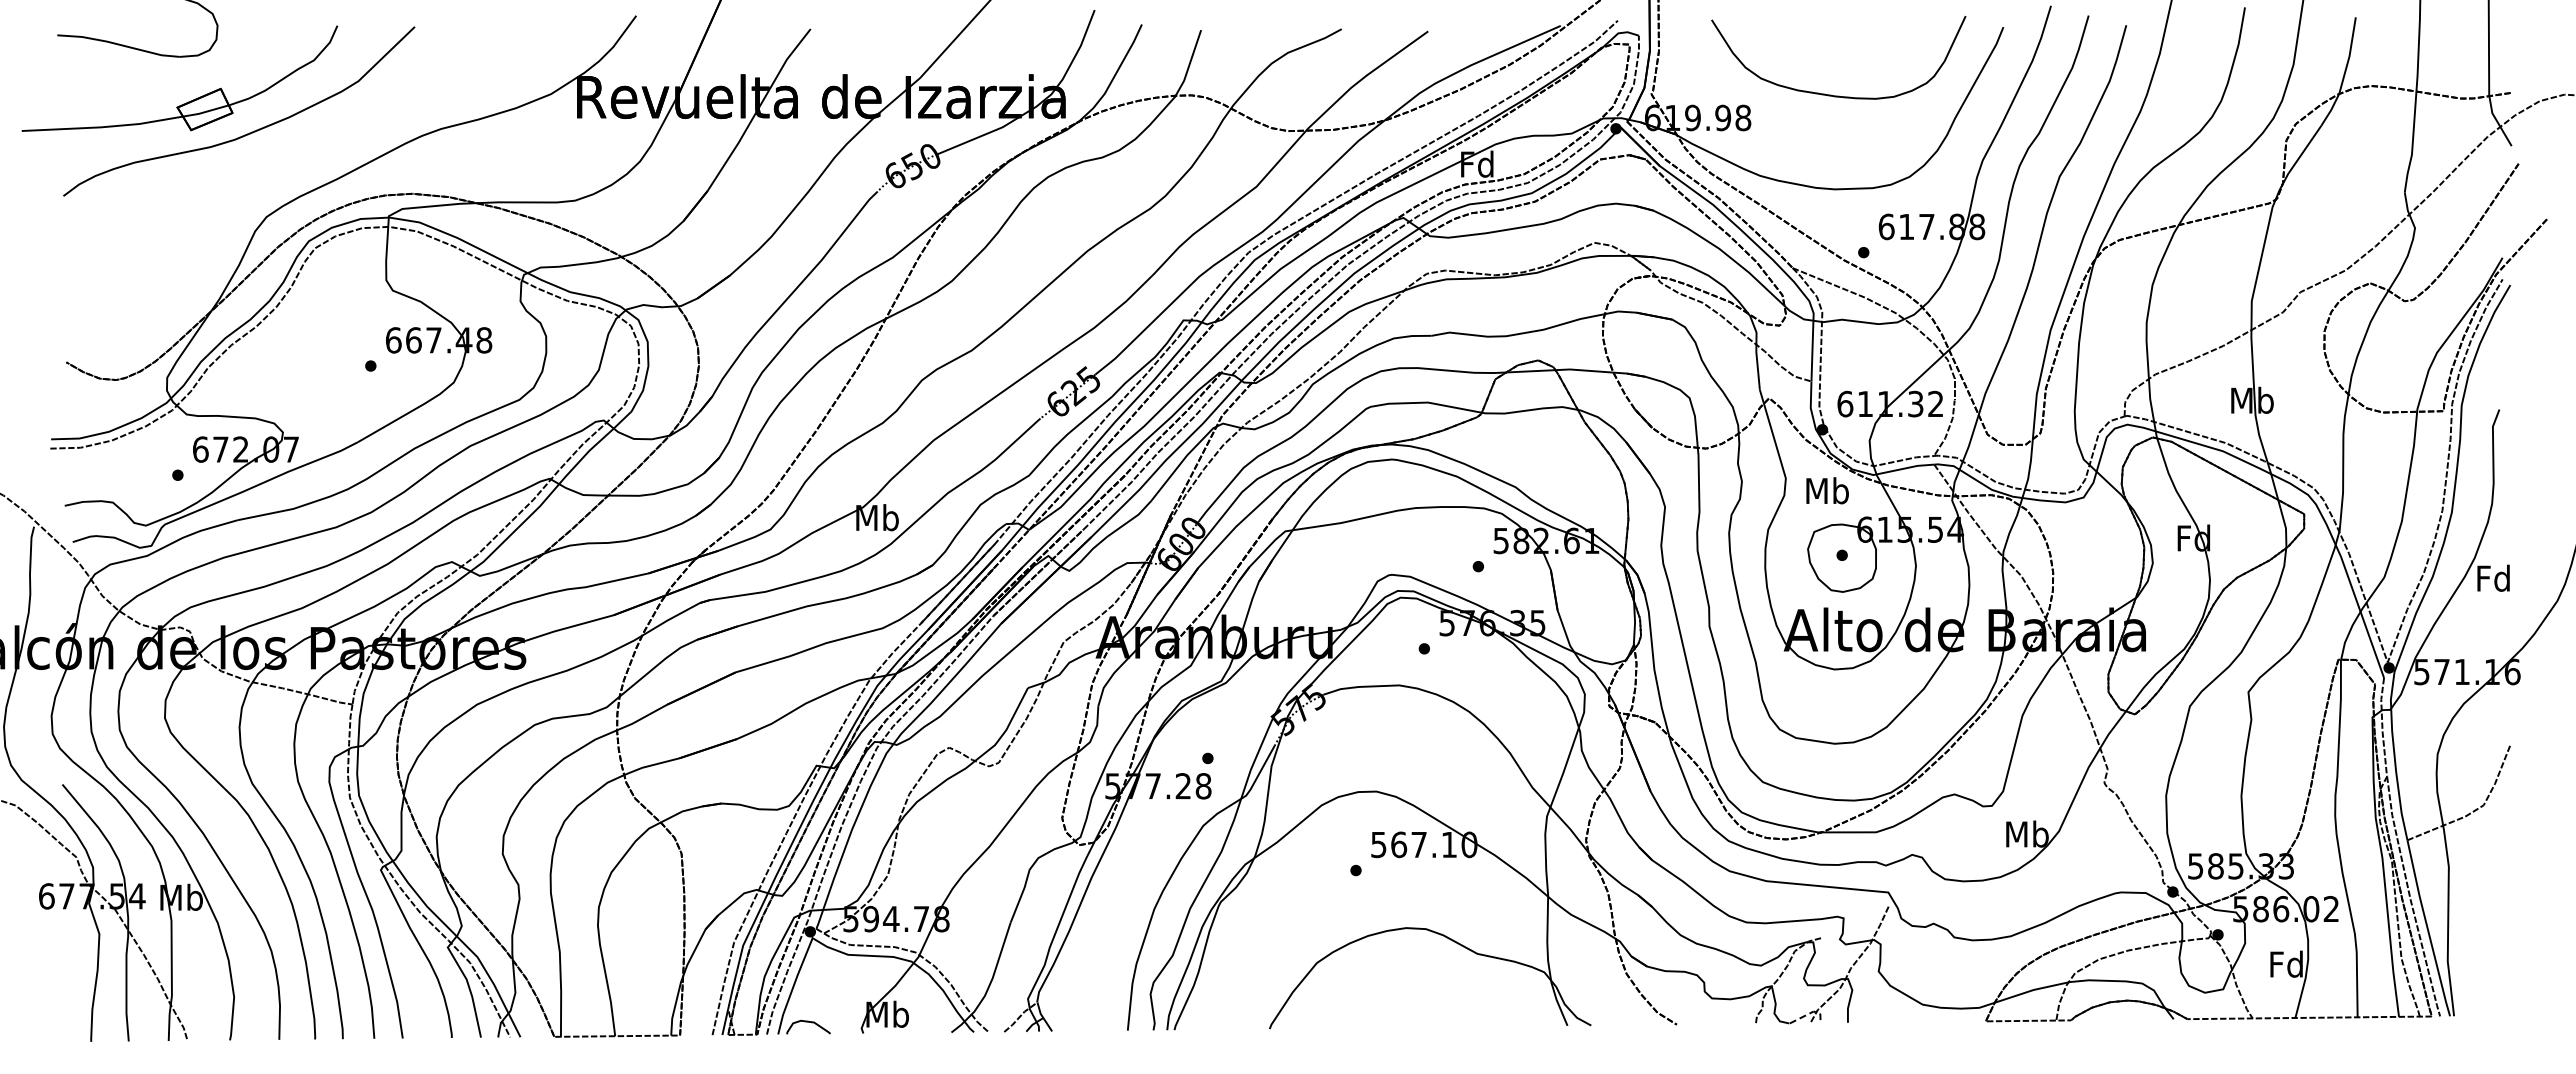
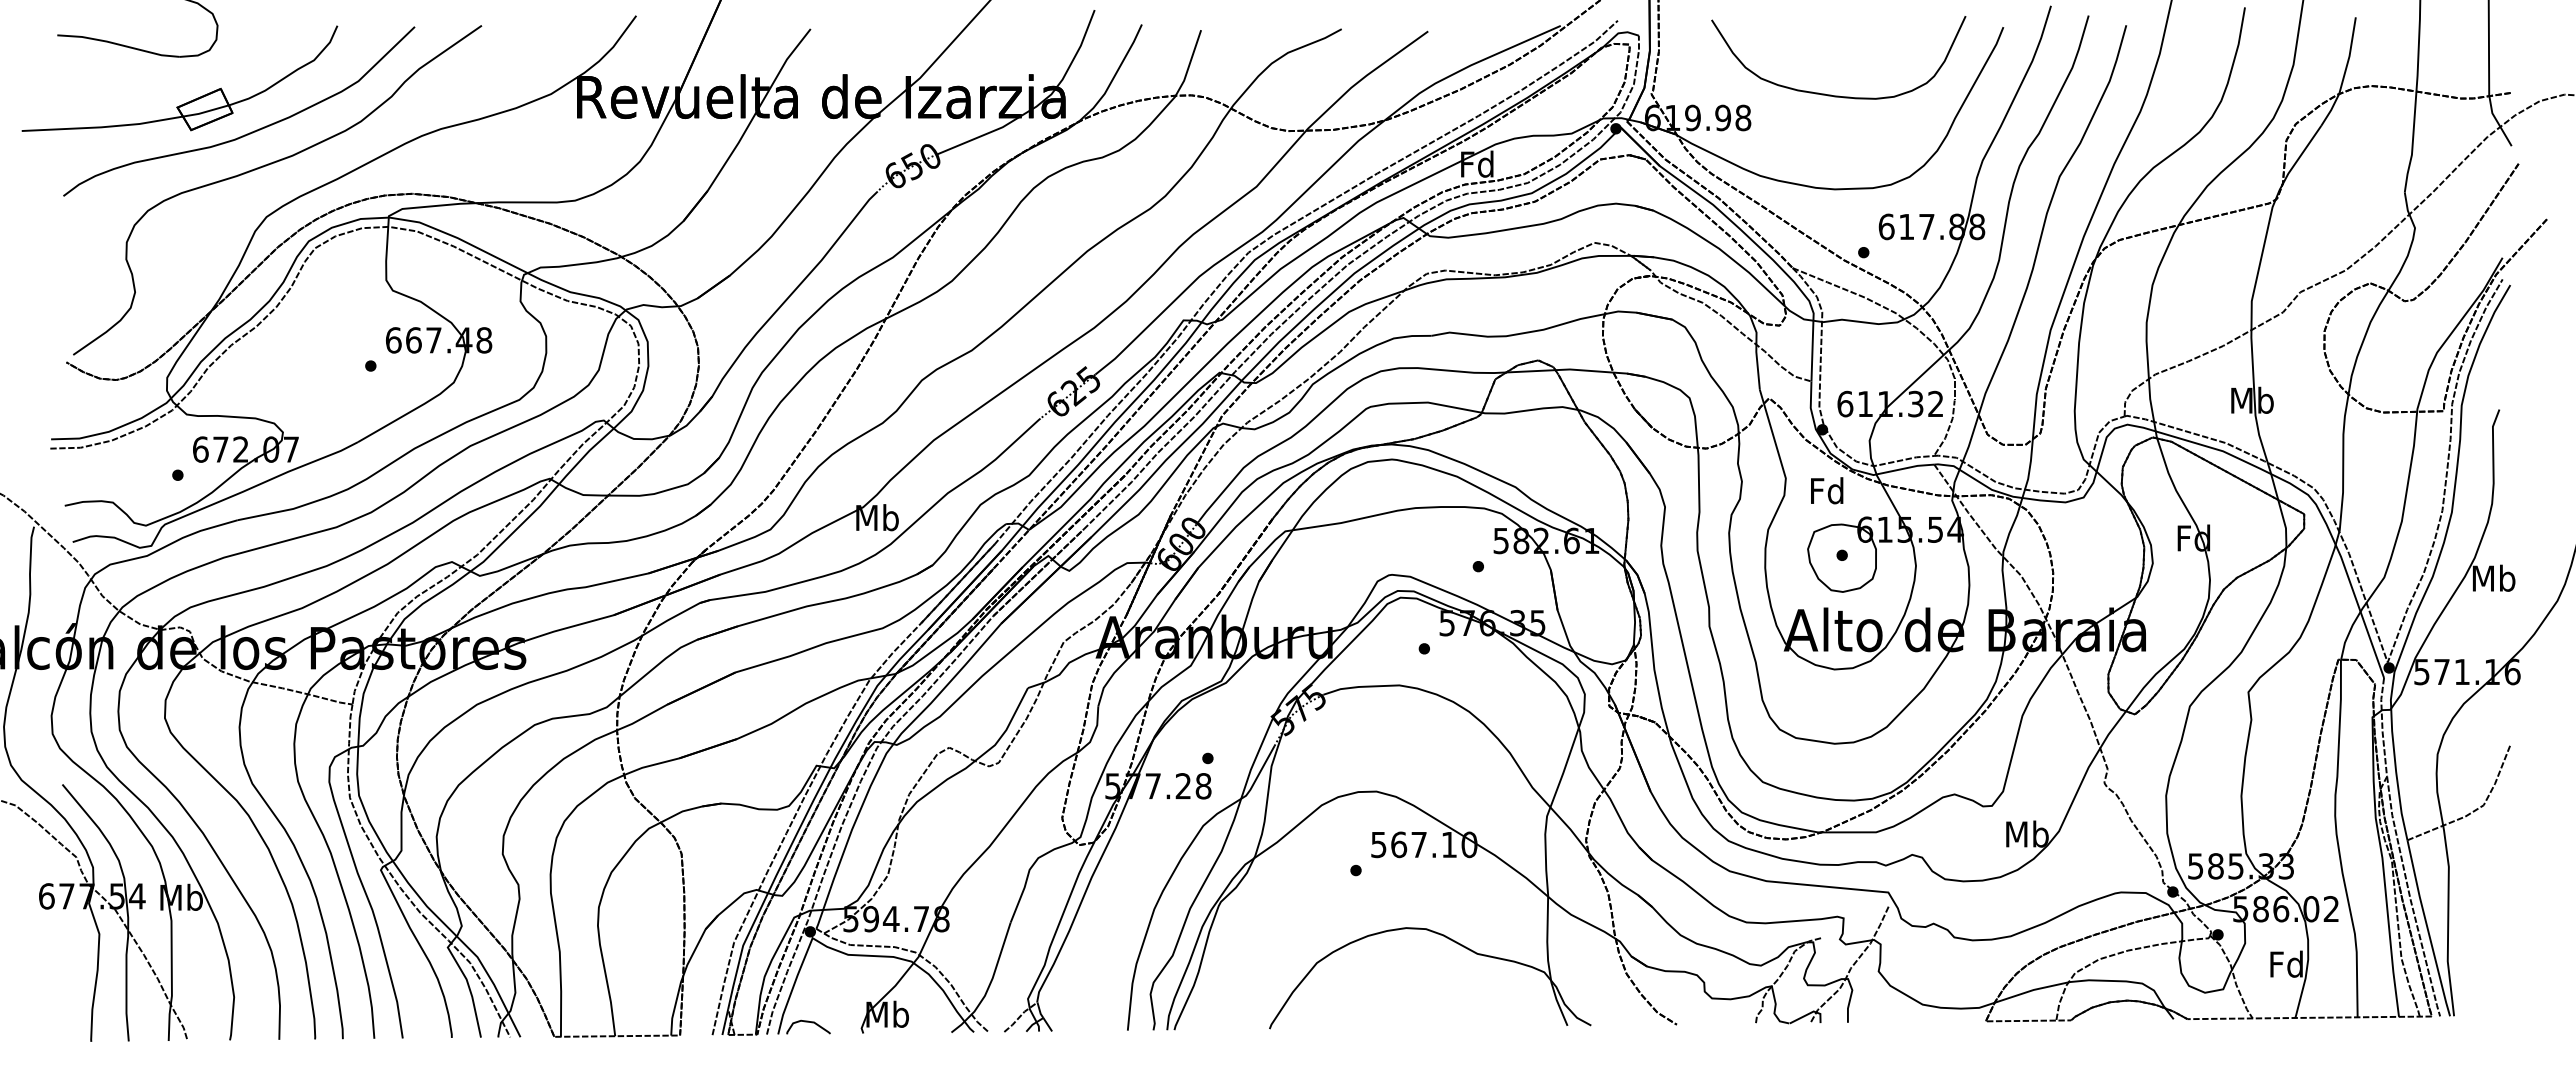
curve at (269, 165): none -> present
text at (1827, 490): Mb -> Fd
text at (2493, 577): Fd -> Mb
line at (1811, 1012): dashed -> solid
